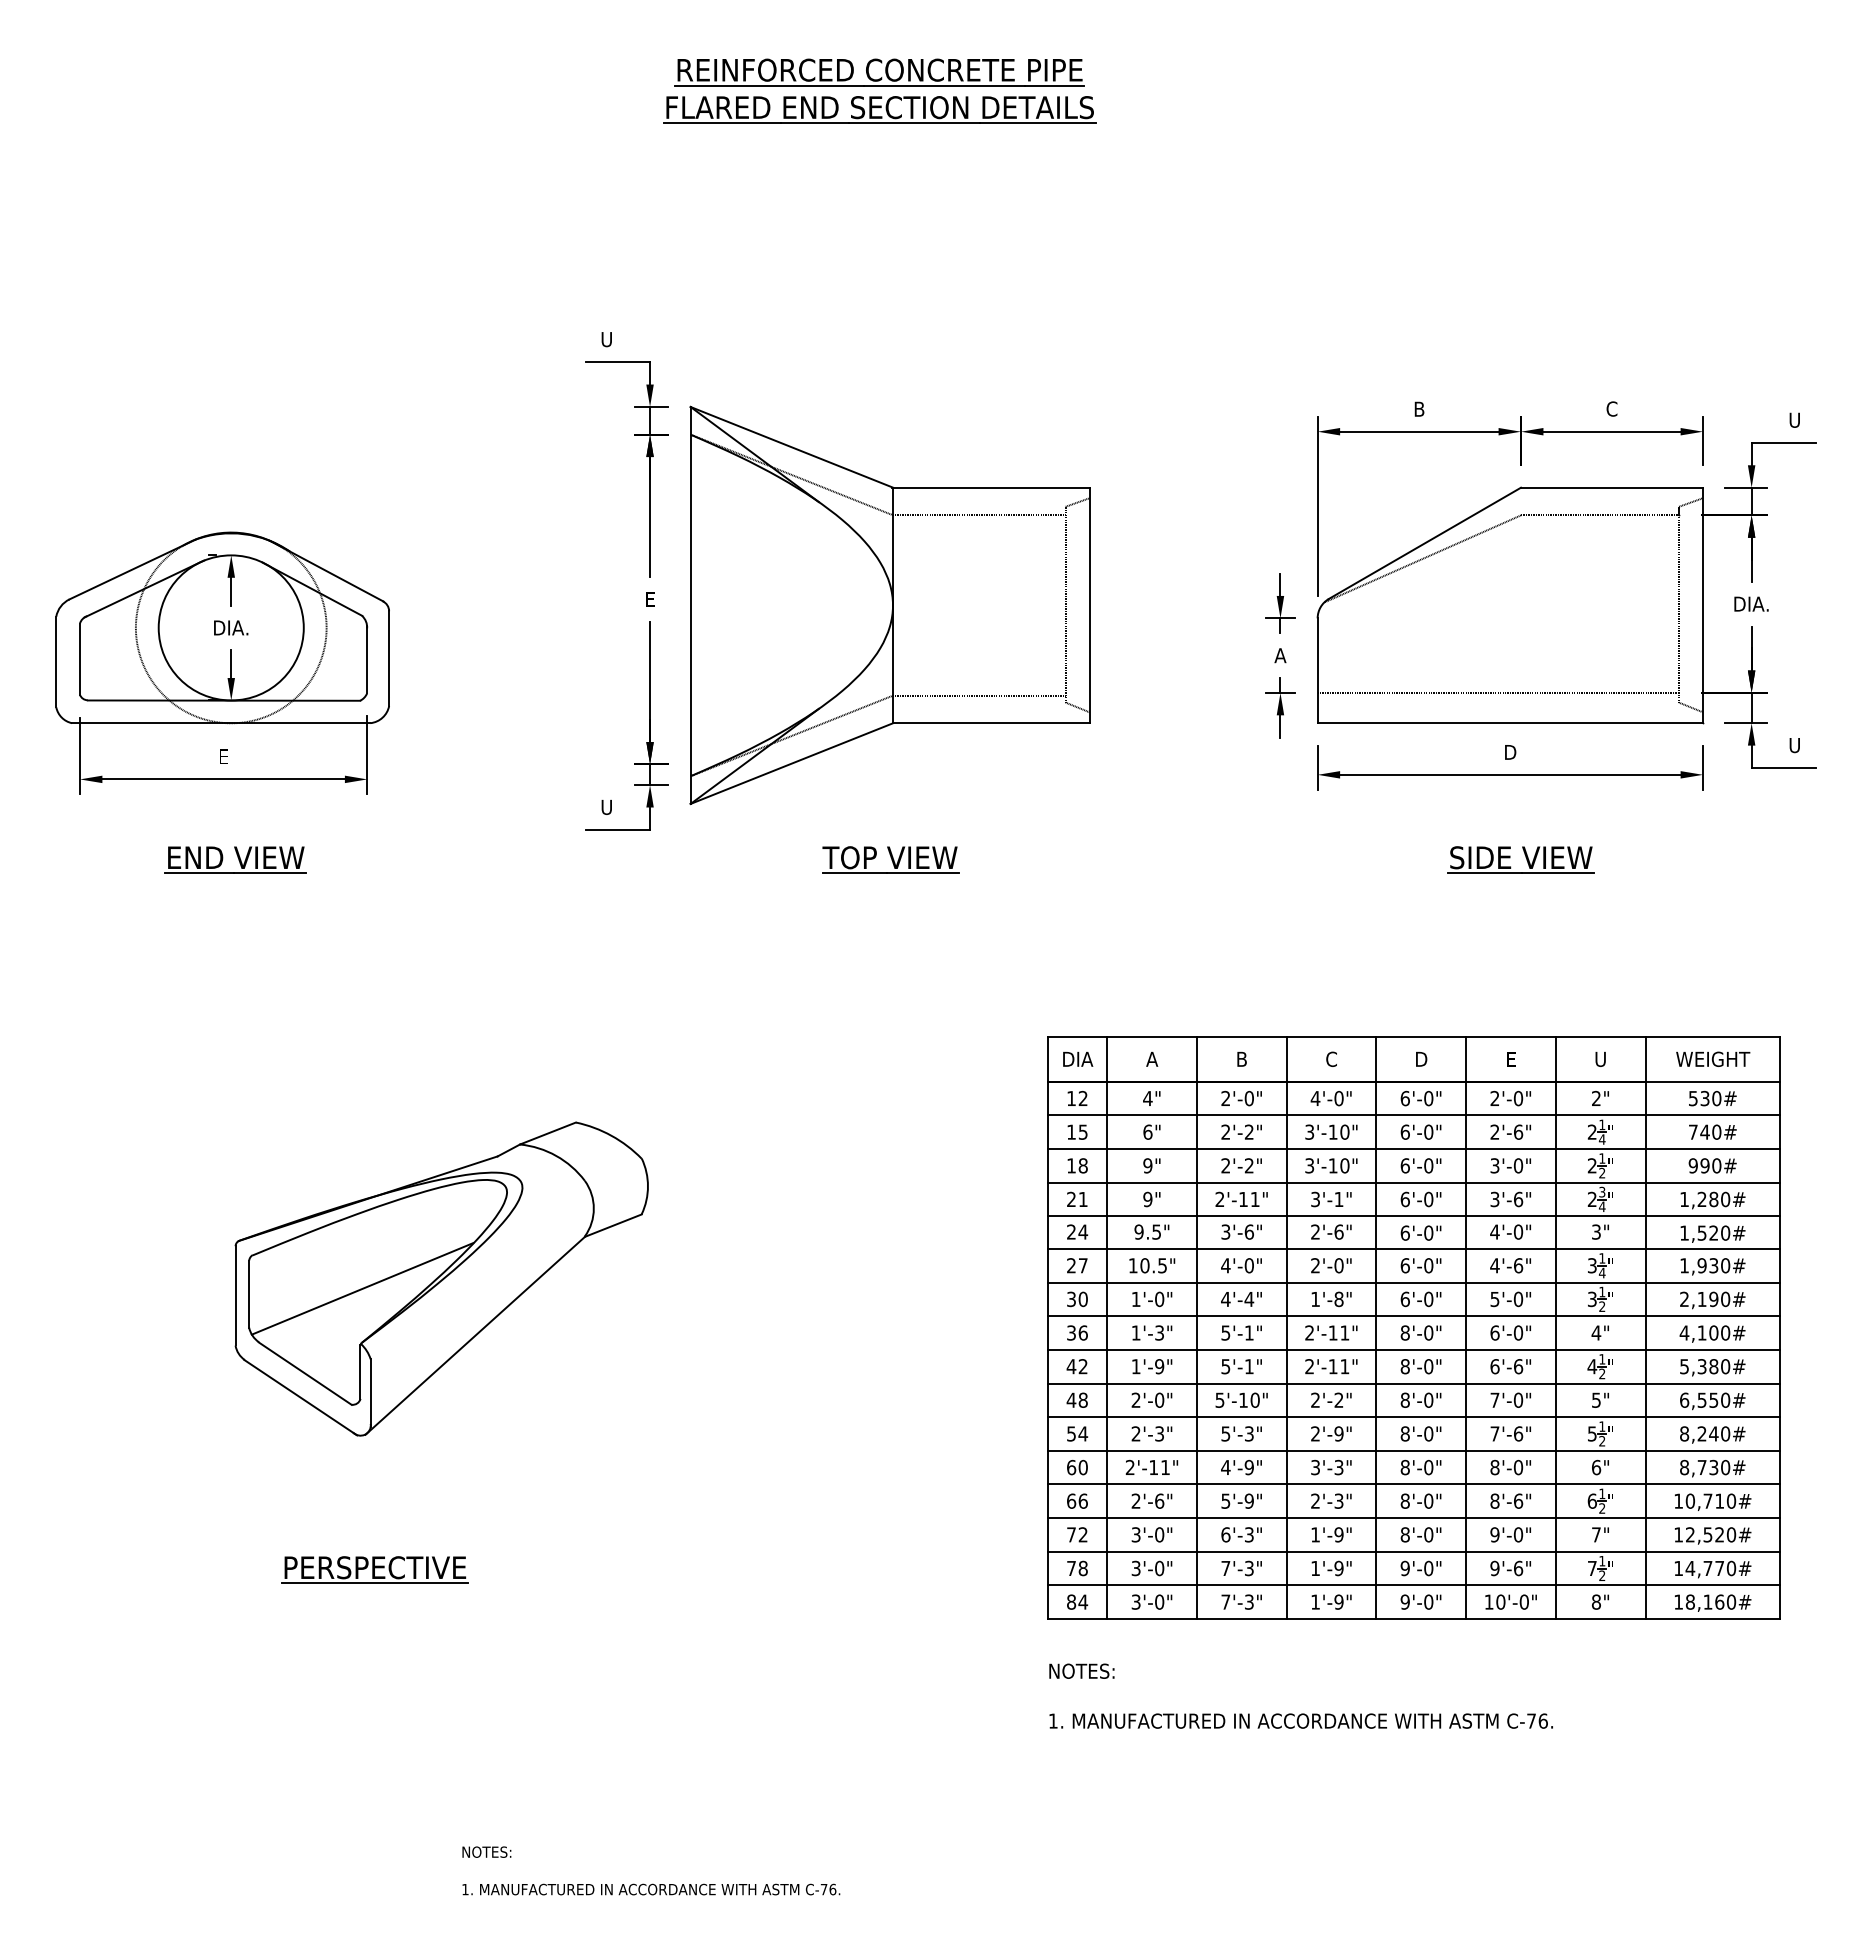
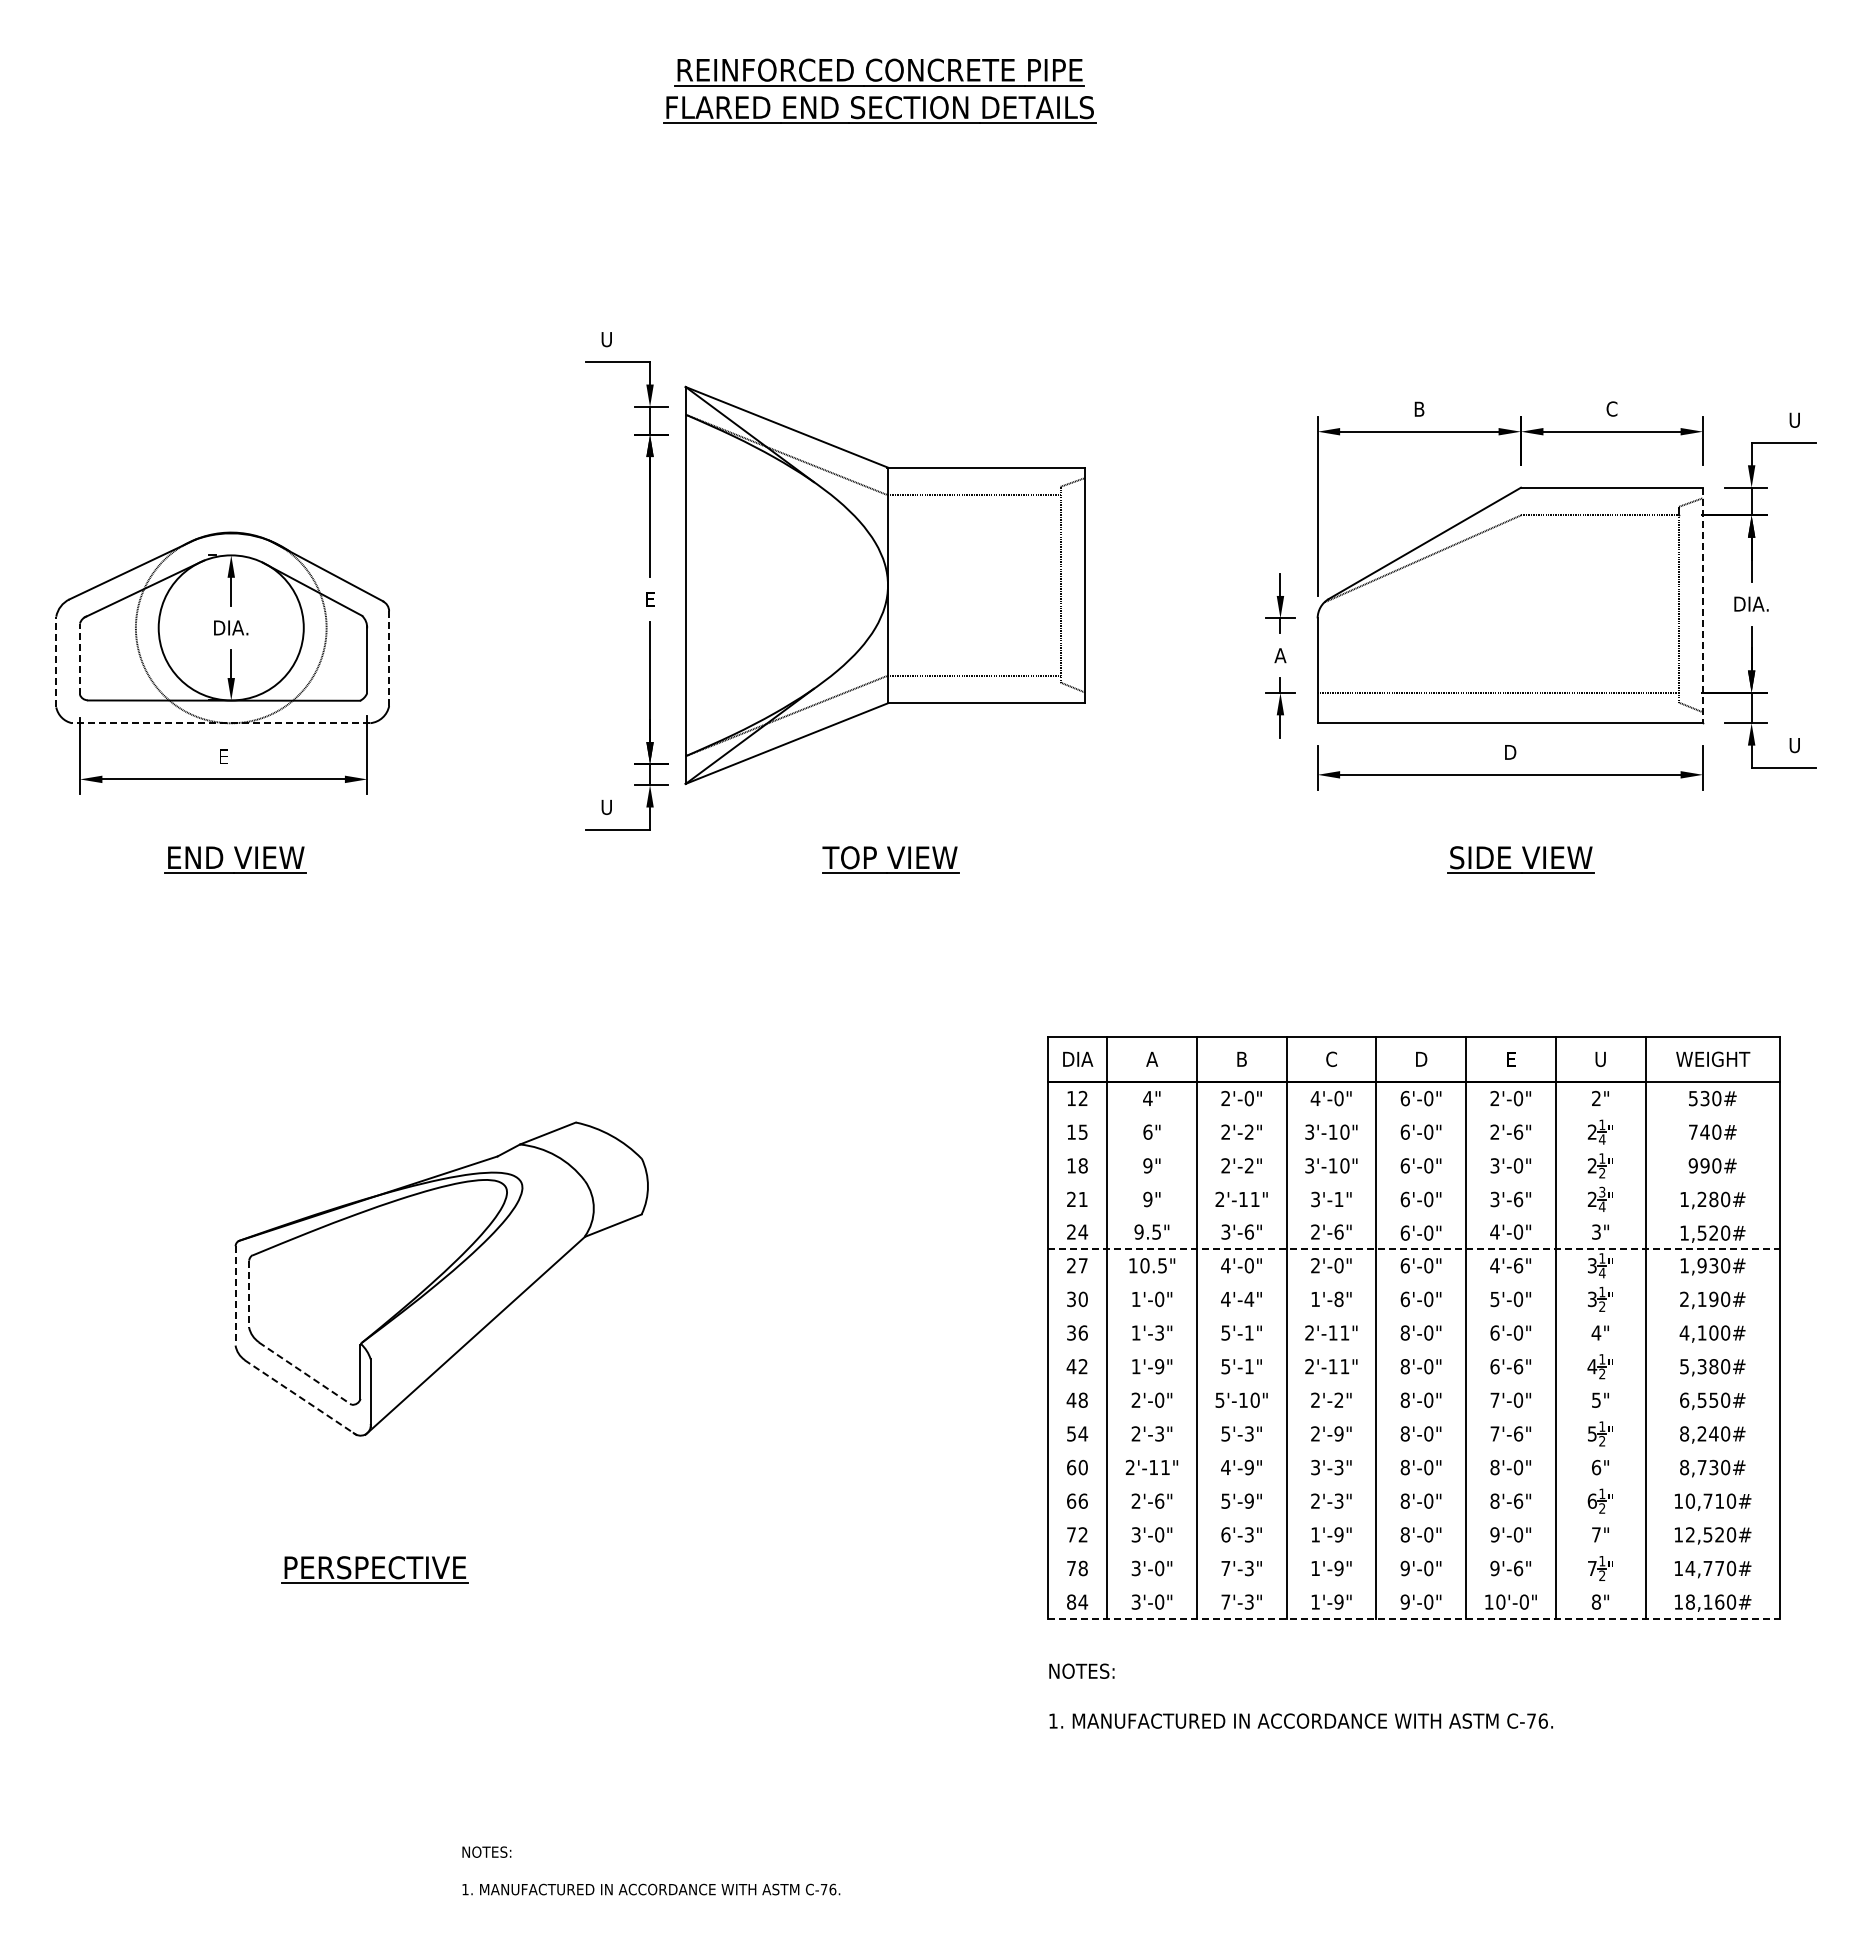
part at (889, 605) position: (889, 605) -> (884, 585)
line at (1703, 605): solid -> dashed
line at (389, 658): solid -> dashed
line at (79, 659): solid -> dashed
line at (56, 661): solid -> dashed
line at (220, 723): solid -> dashed
line at (1413, 1115): present -> none
line at (1413, 1149): present -> none
line at (1413, 1182): present -> none
line at (1413, 1216): present -> none
line at (1414, 1248): solid -> dashed
line at (1413, 1282): present -> none
line at (362, 1288): present -> none
line at (249, 1294): solid -> dashed
line at (235, 1296): solid -> dashed
line at (1413, 1316): present -> none
line at (1413, 1349): present -> none
line at (305, 1373): solid -> dashed
line at (1413, 1383): present -> none
line at (300, 1397): solid -> dashed
line at (1413, 1417): present -> none
line at (1413, 1450): present -> none
line at (1413, 1484): present -> none
line at (1413, 1518): present -> none
line at (1413, 1551): present -> none
line at (1413, 1585): present -> none
line at (1414, 1618): solid -> dashed
